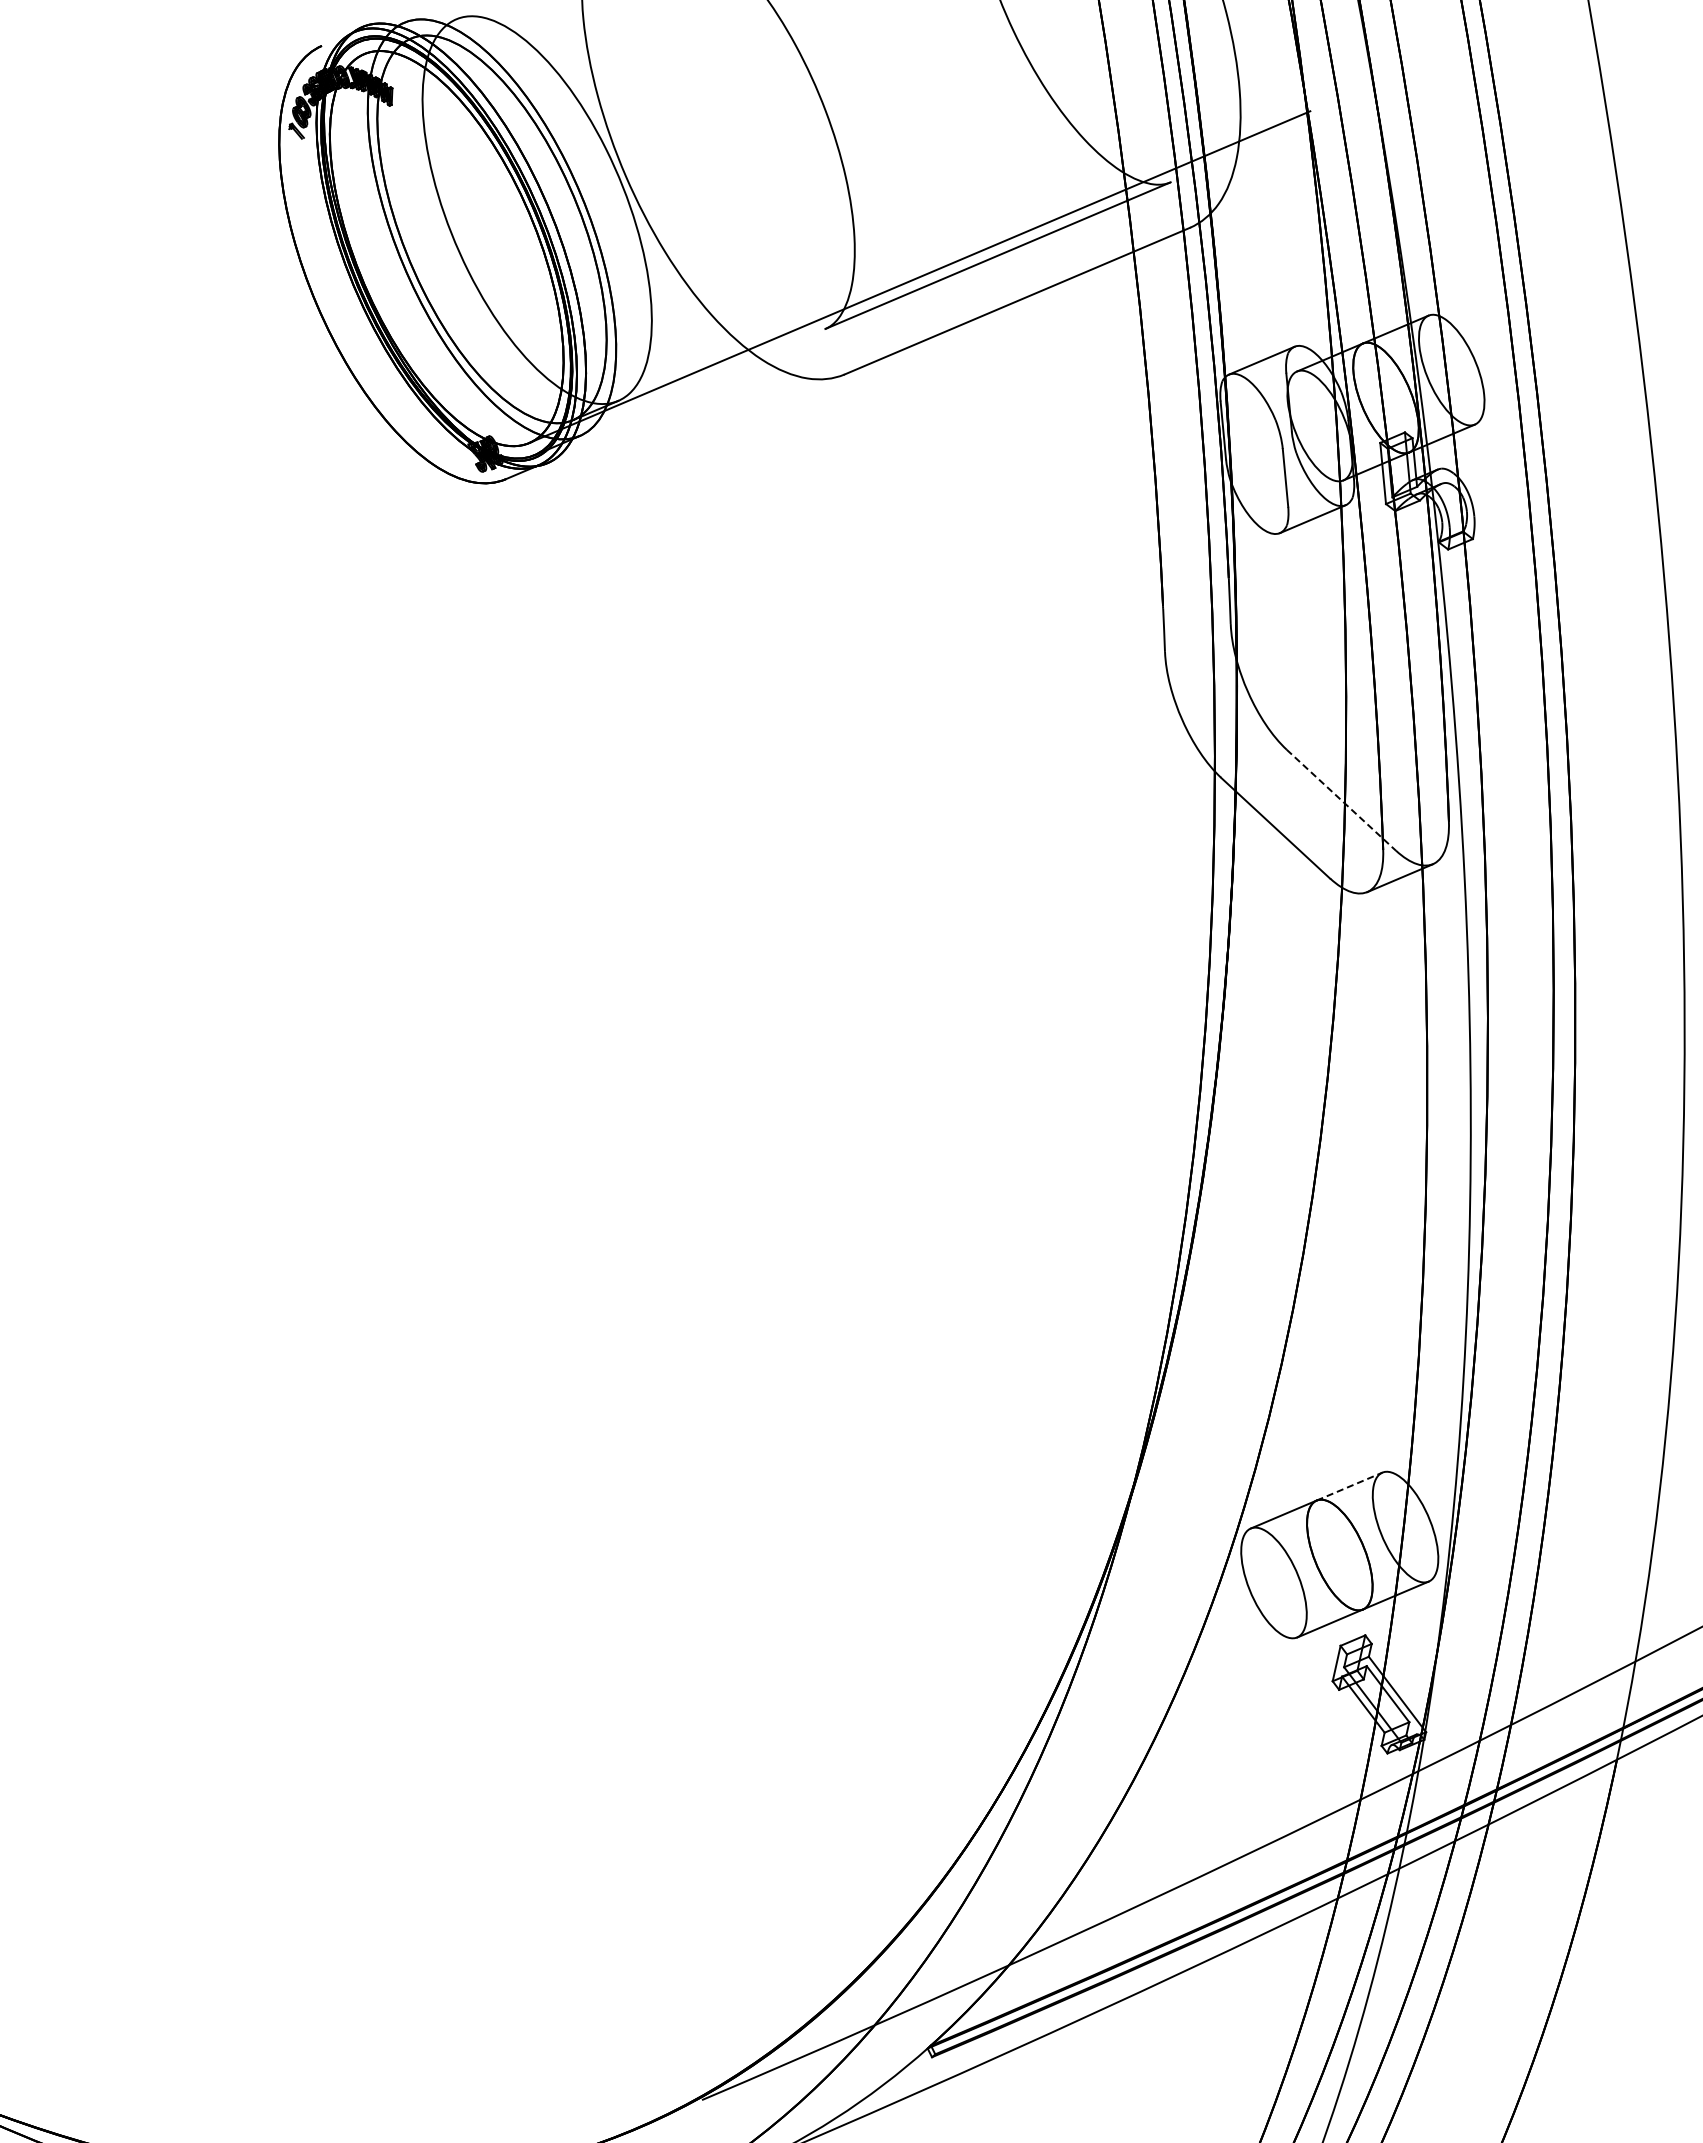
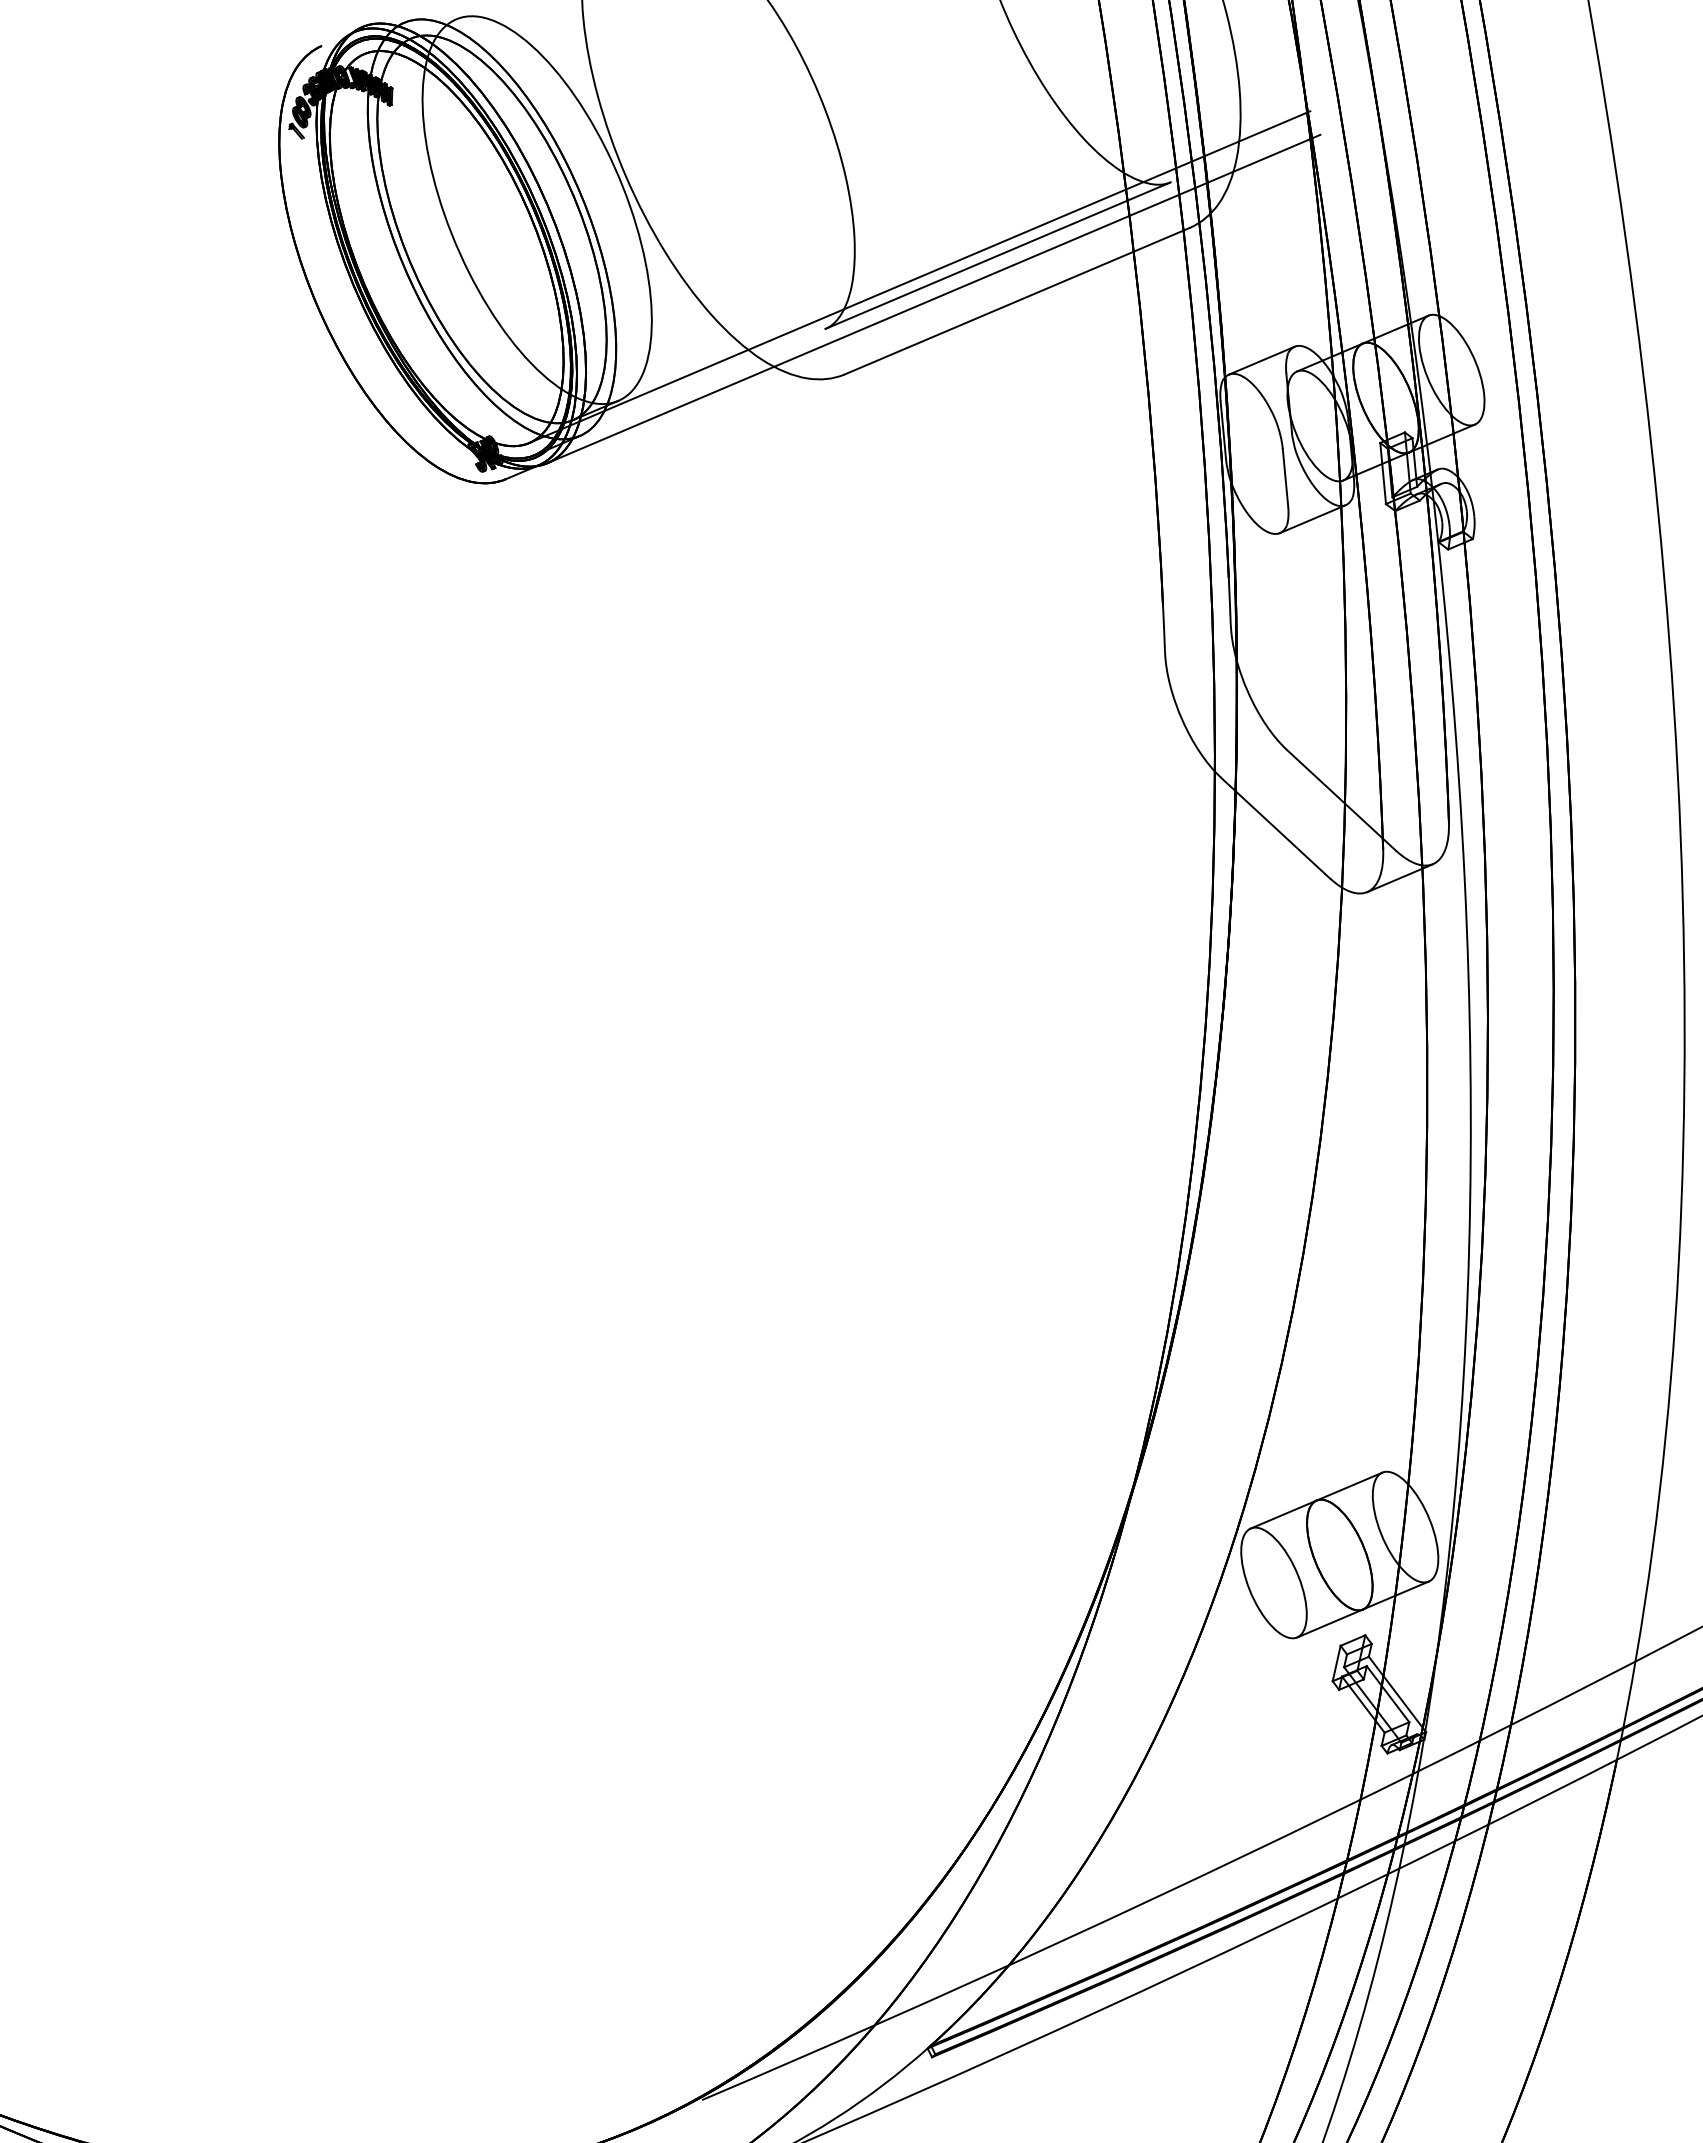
line at (933, 298): none -> present
line at (1341, 800): dashed -> solid
line at (1349, 1486): dashed -> solid
